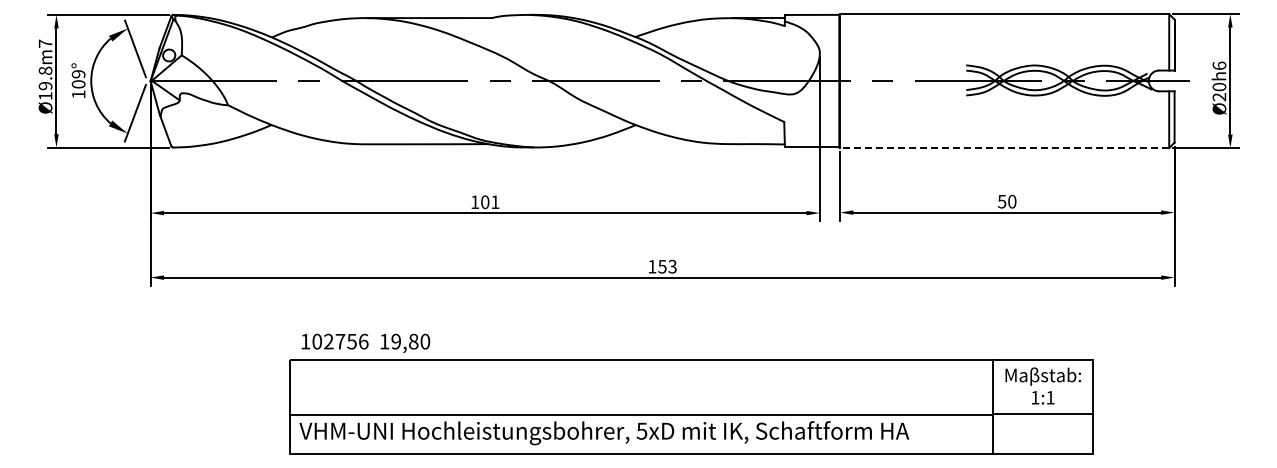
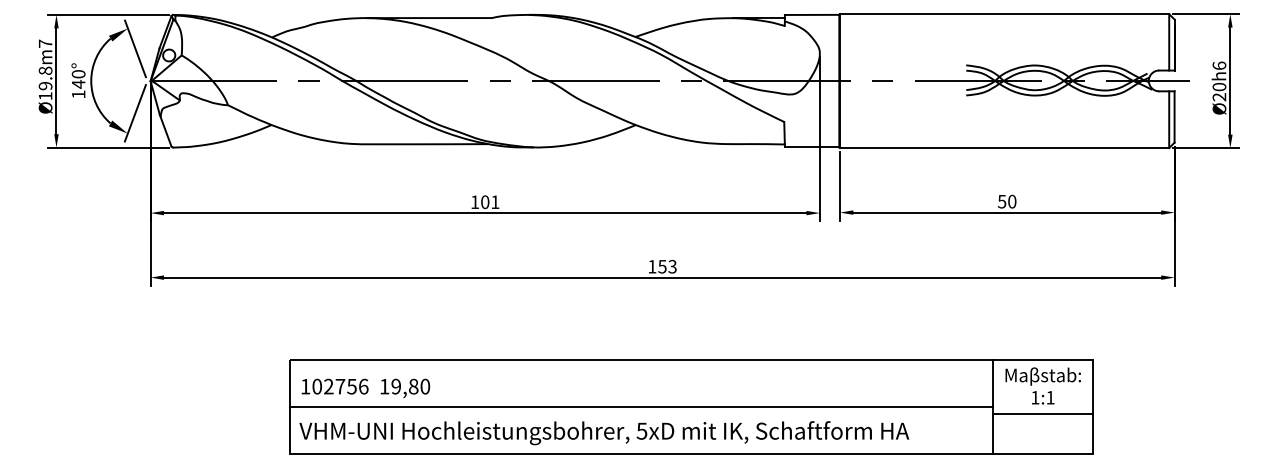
text at (78, 79): 109° -> 140°
line at (1004, 148): dashed -> solid
text at (365, 342) position: (365, 342) -> (365, 387)
line at (641, 414) position: (641, 414) -> (641, 406)
